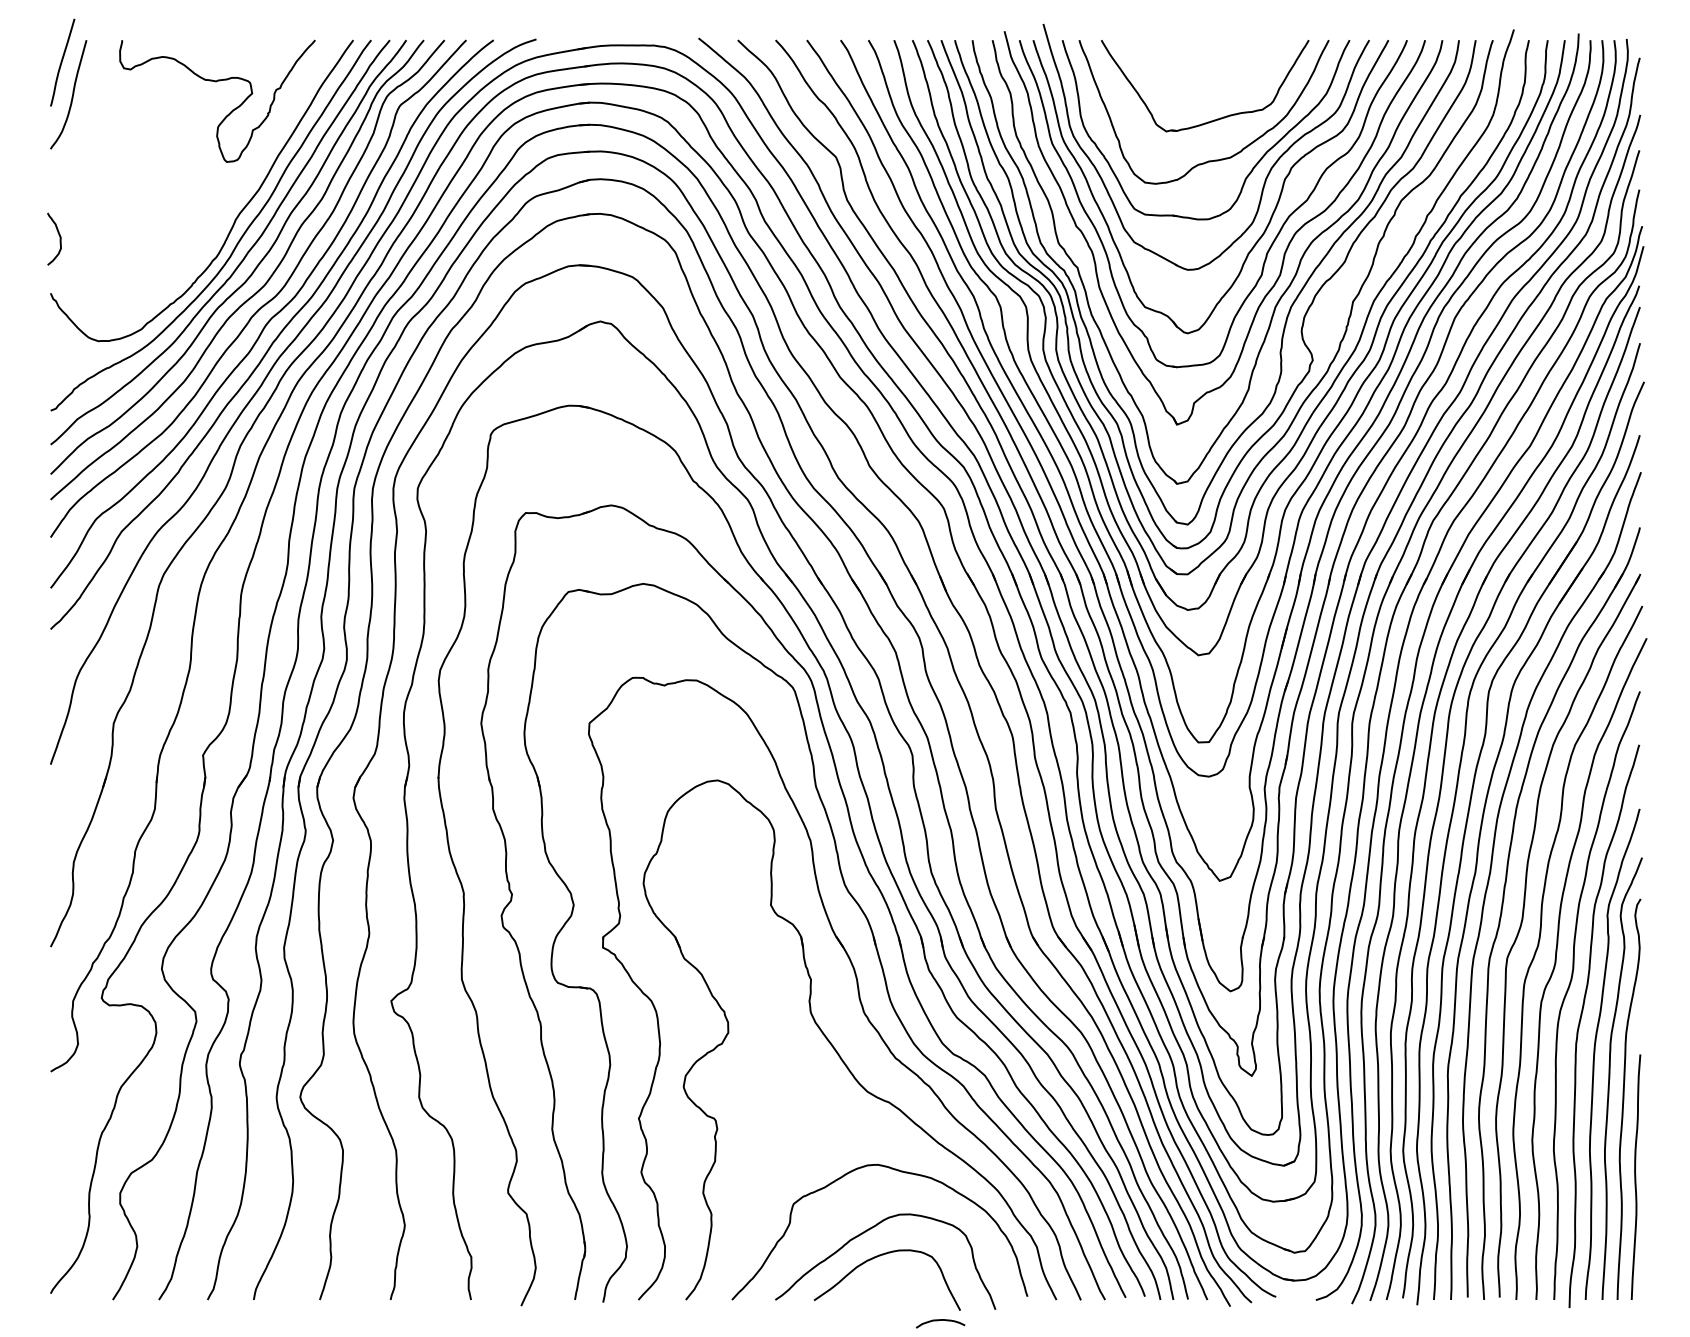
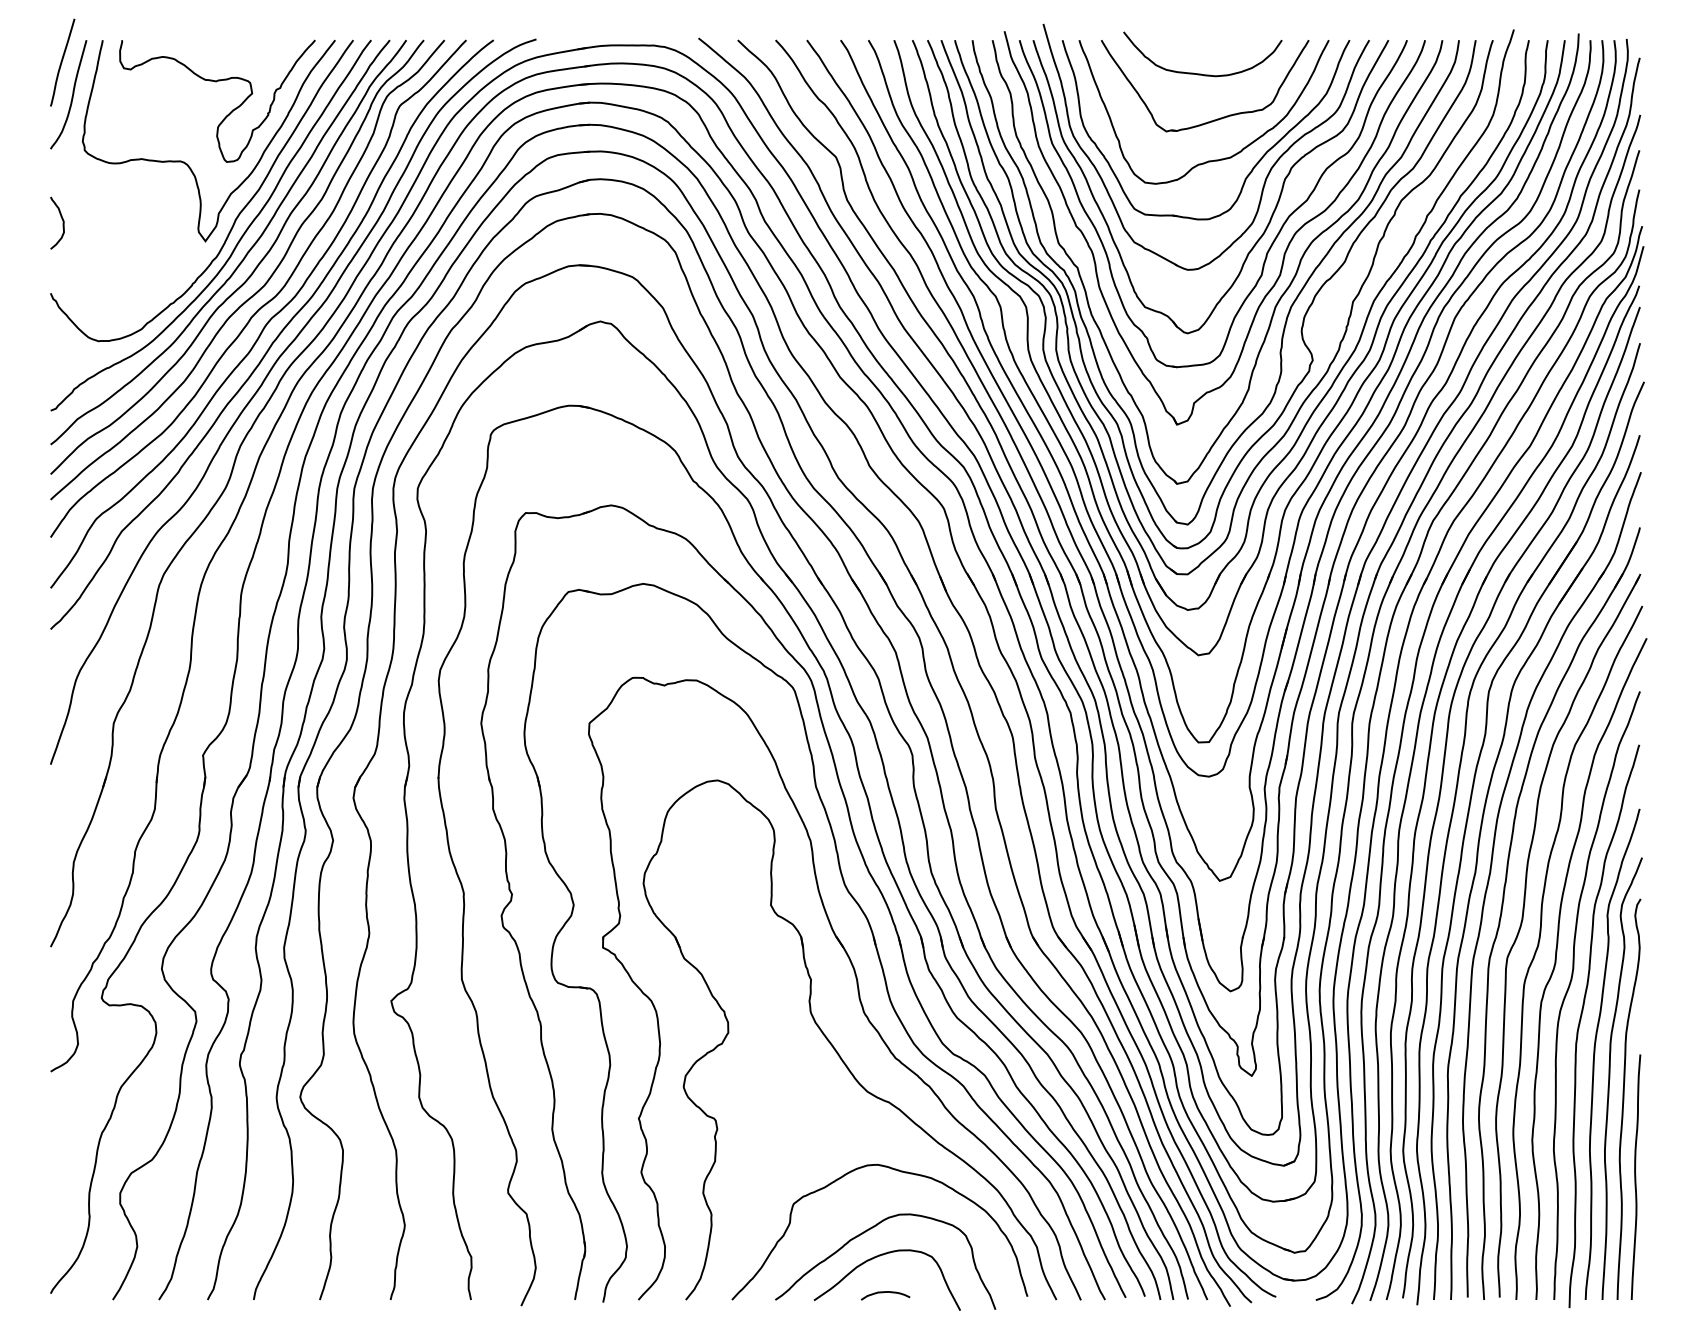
curve at (1201, 73): none -> present
curve at (187, 163): none -> present
curve at (58, 235) position: (58, 235) -> (61, 219)
curve at (938, 1321) position: (938, 1321) -> (883, 1293)
